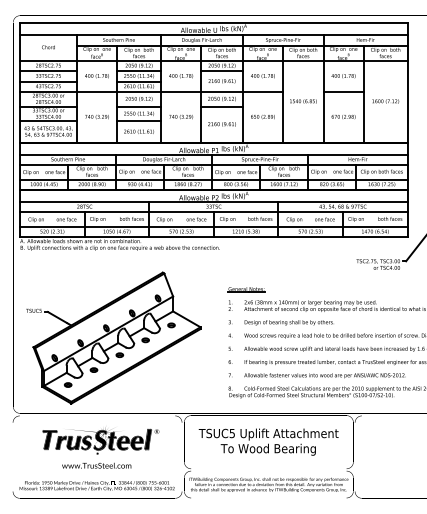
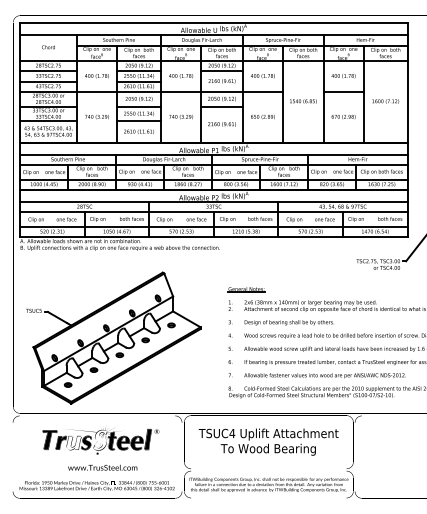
text at (232, 433): TSUC5 -> TSUC4
fill at (99, 440): present -> none
fill at (73, 442): present -> none
text at (96, 465) position: (96, 465) -> (102, 467)
